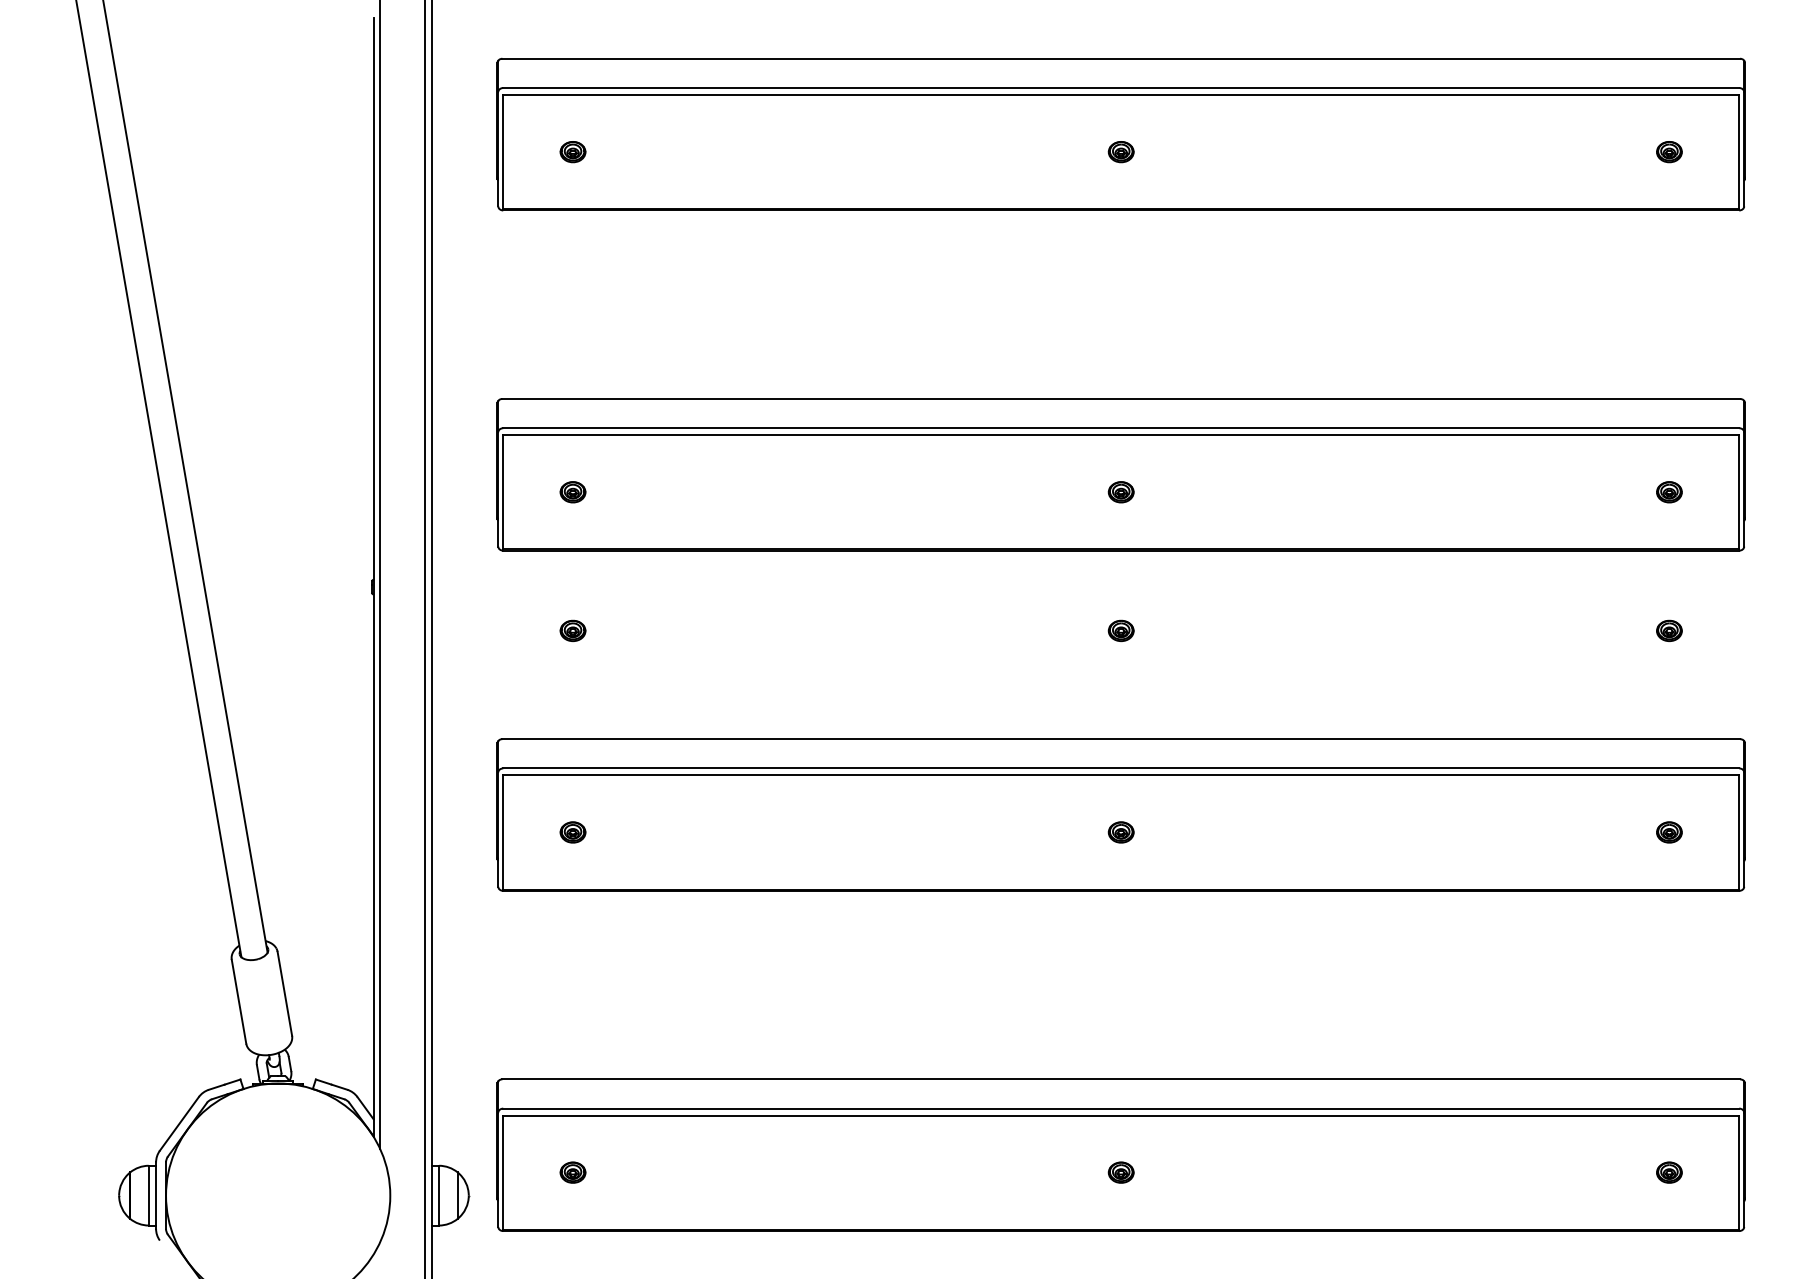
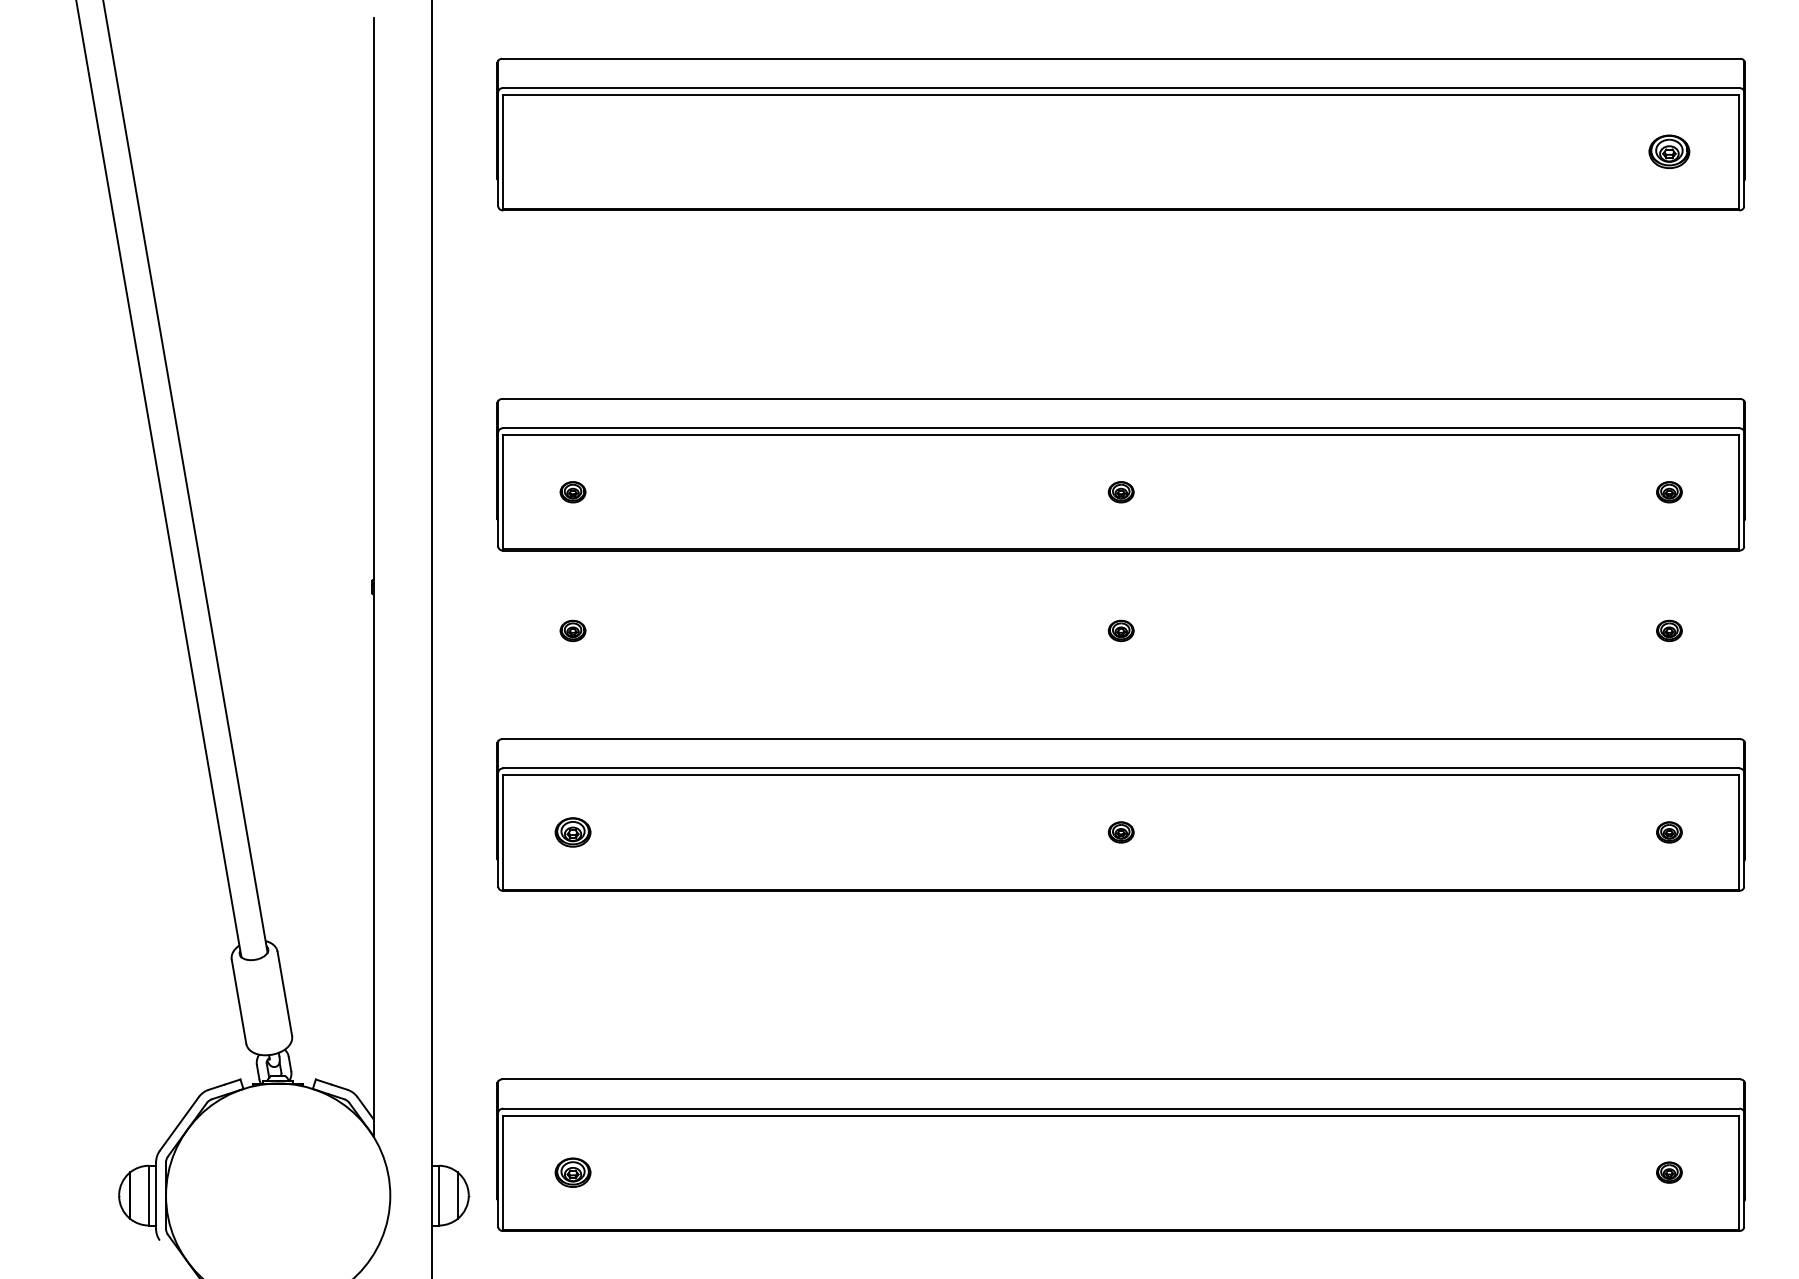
part at (572, 152): present -> none
part at (1120, 152): present -> none
part at (1669, 152) size: 27x23 px -> 43x35 px
line at (380, 575): present -> none
line at (425, 638): present -> none
part at (572, 832) size: 28x23 px -> 38x31 px
part at (572, 1172) size: 28x23 px -> 38x31 px
part at (1120, 1172): present -> none
